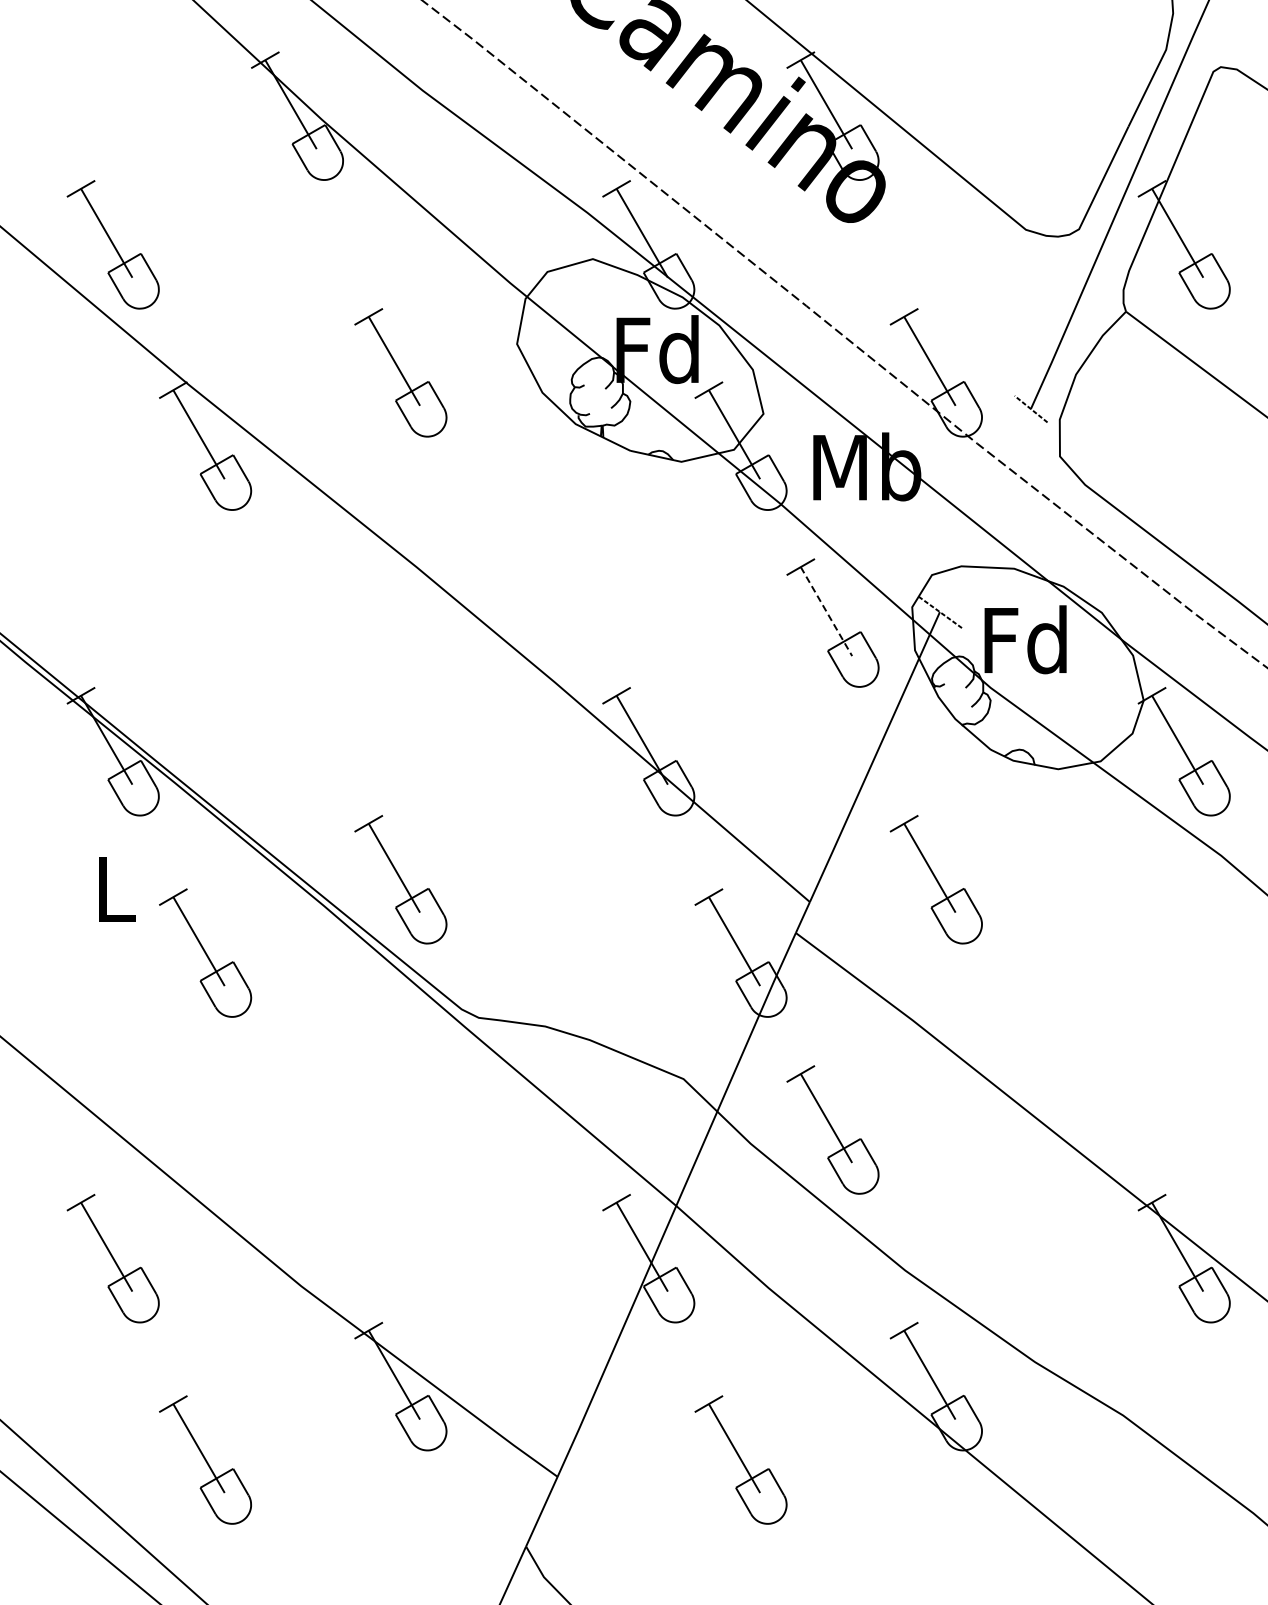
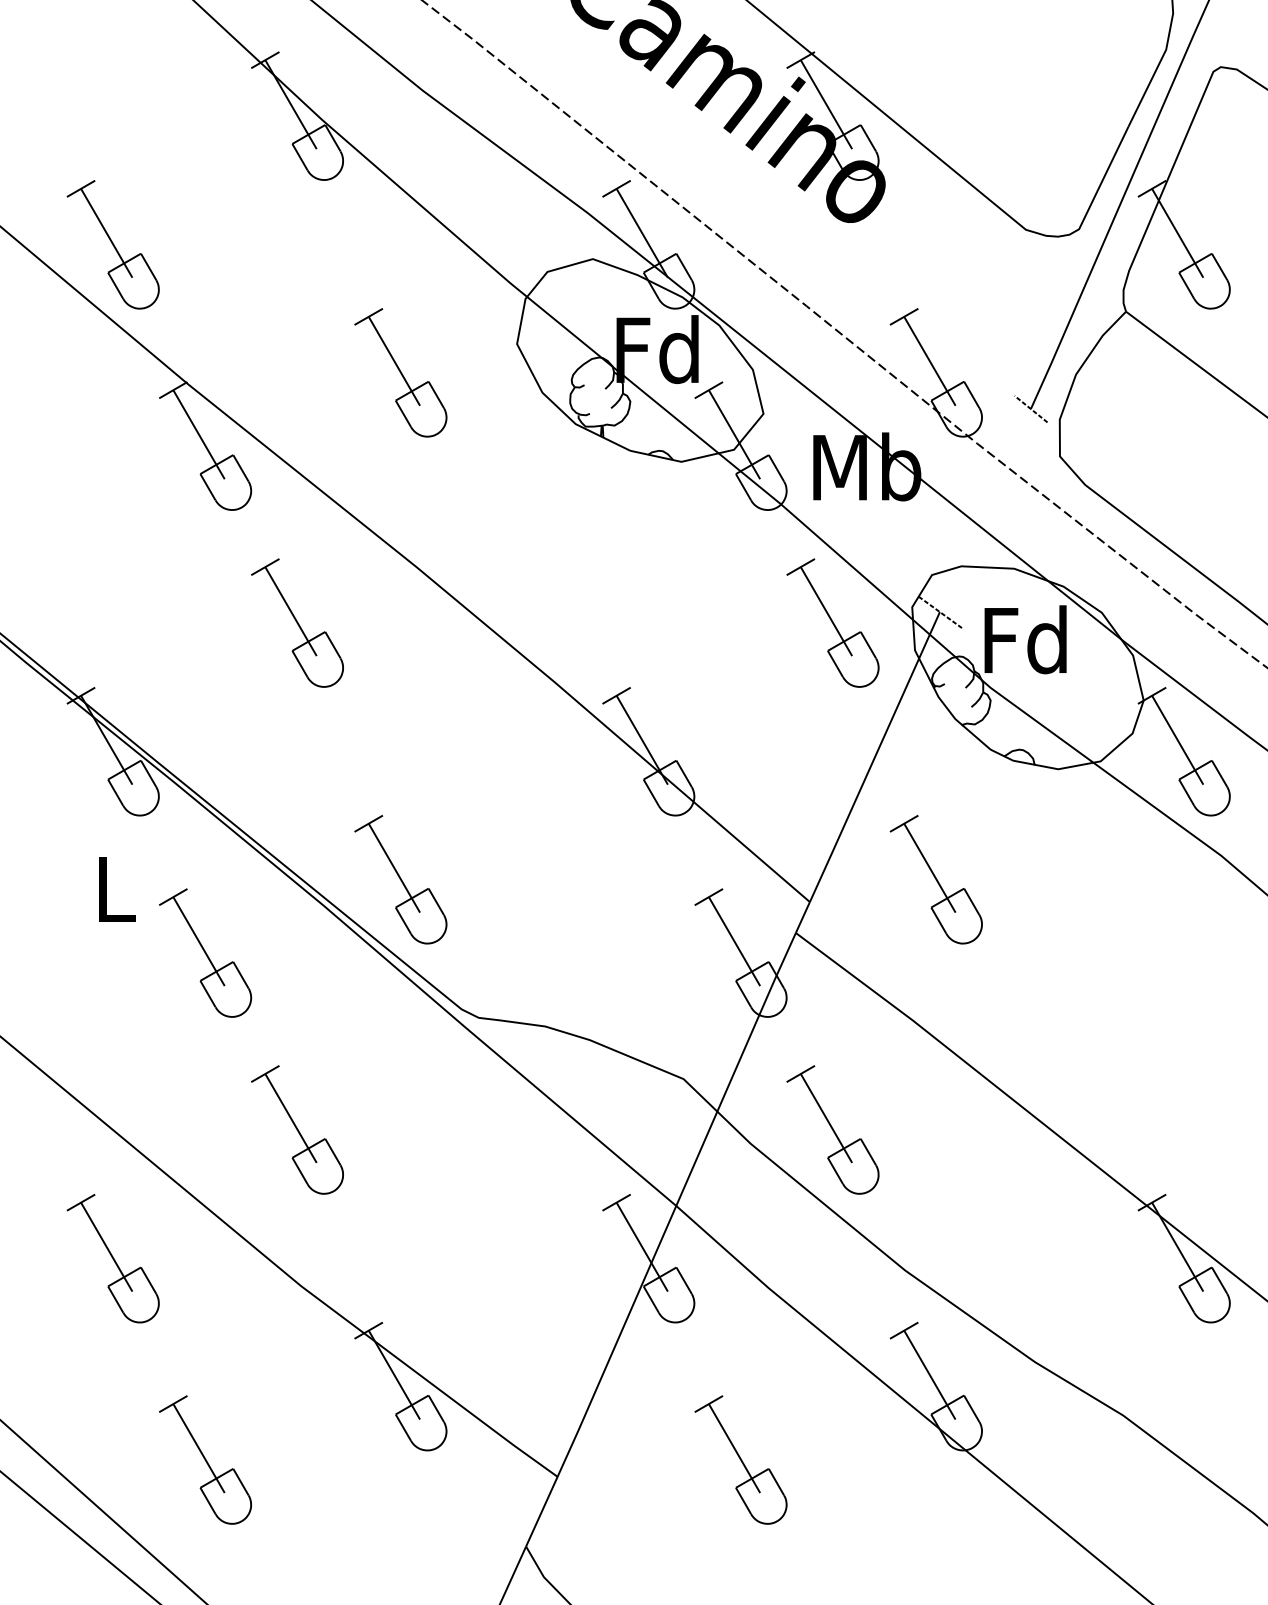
line at (826, 612): dashed -> solid
part at (297, 622): none -> present
part at (297, 1129): none -> present
